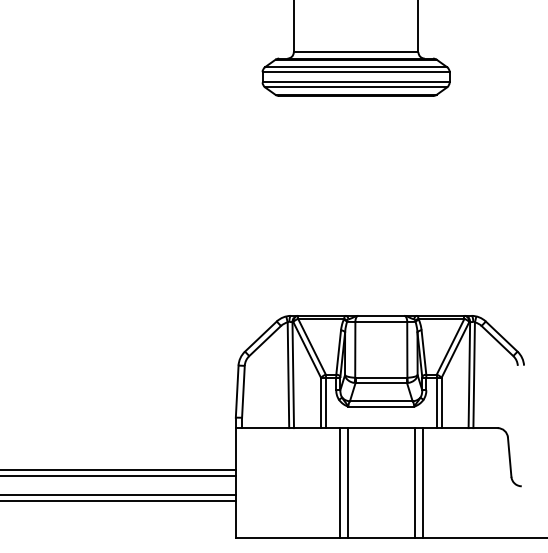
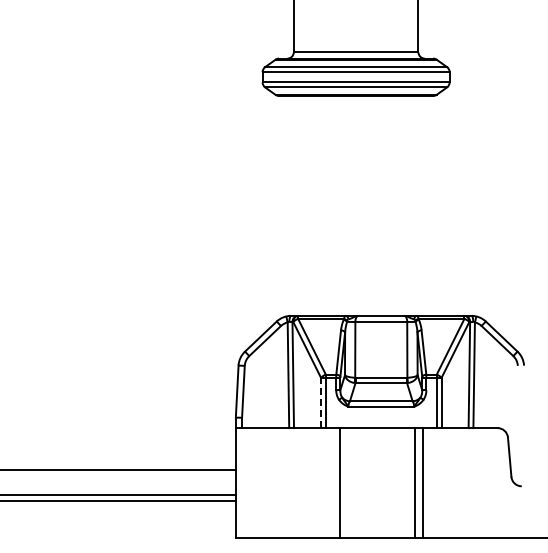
line at (321, 402): solid -> dashed
line at (118, 475): present -> none
line at (348, 483): present -> none
